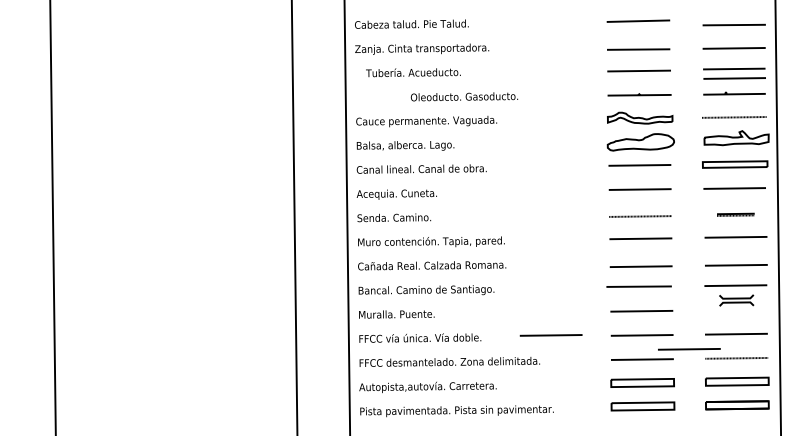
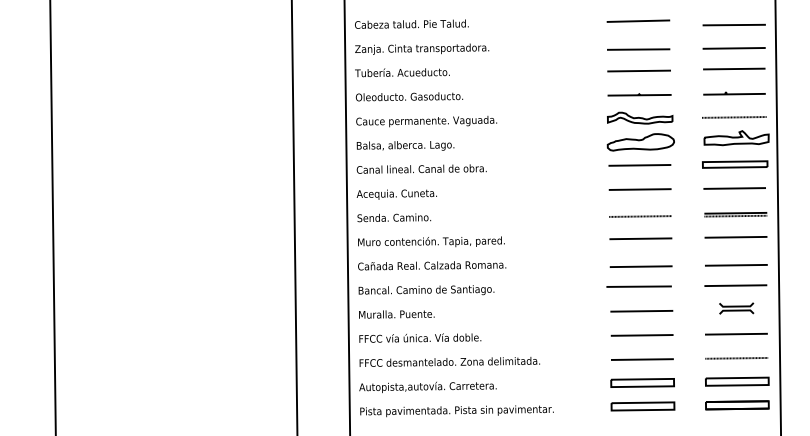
text at (413, 72) position: (413, 72) -> (402, 72)
line at (734, 78): present -> none
text at (464, 96) position: (464, 96) -> (409, 96)
part at (735, 214) size: 38x5 px -> 64x6 px
part at (736, 300) position: (736, 300) -> (736, 308)
line at (550, 335): present -> none
line at (689, 349): present -> none
